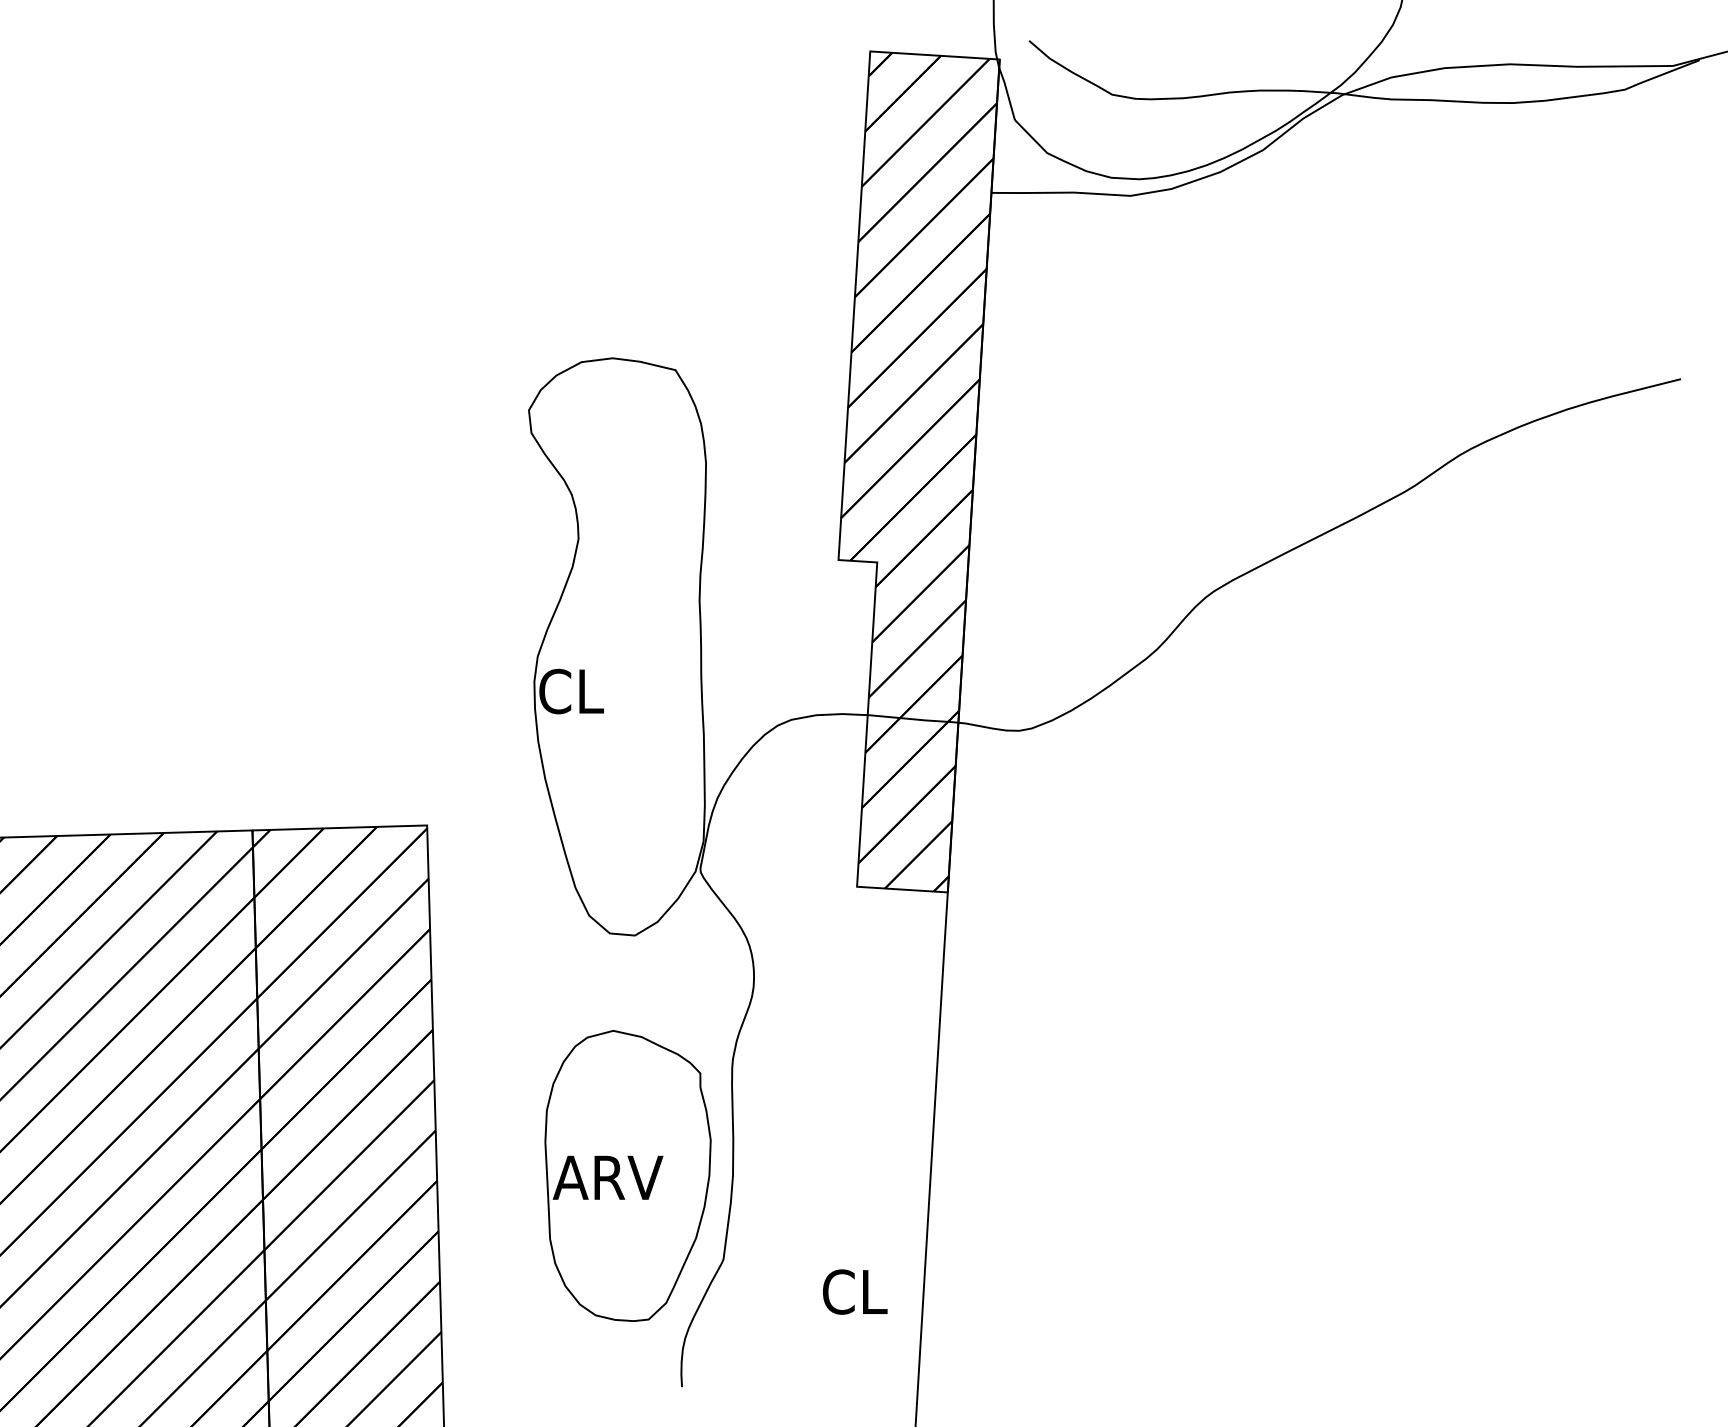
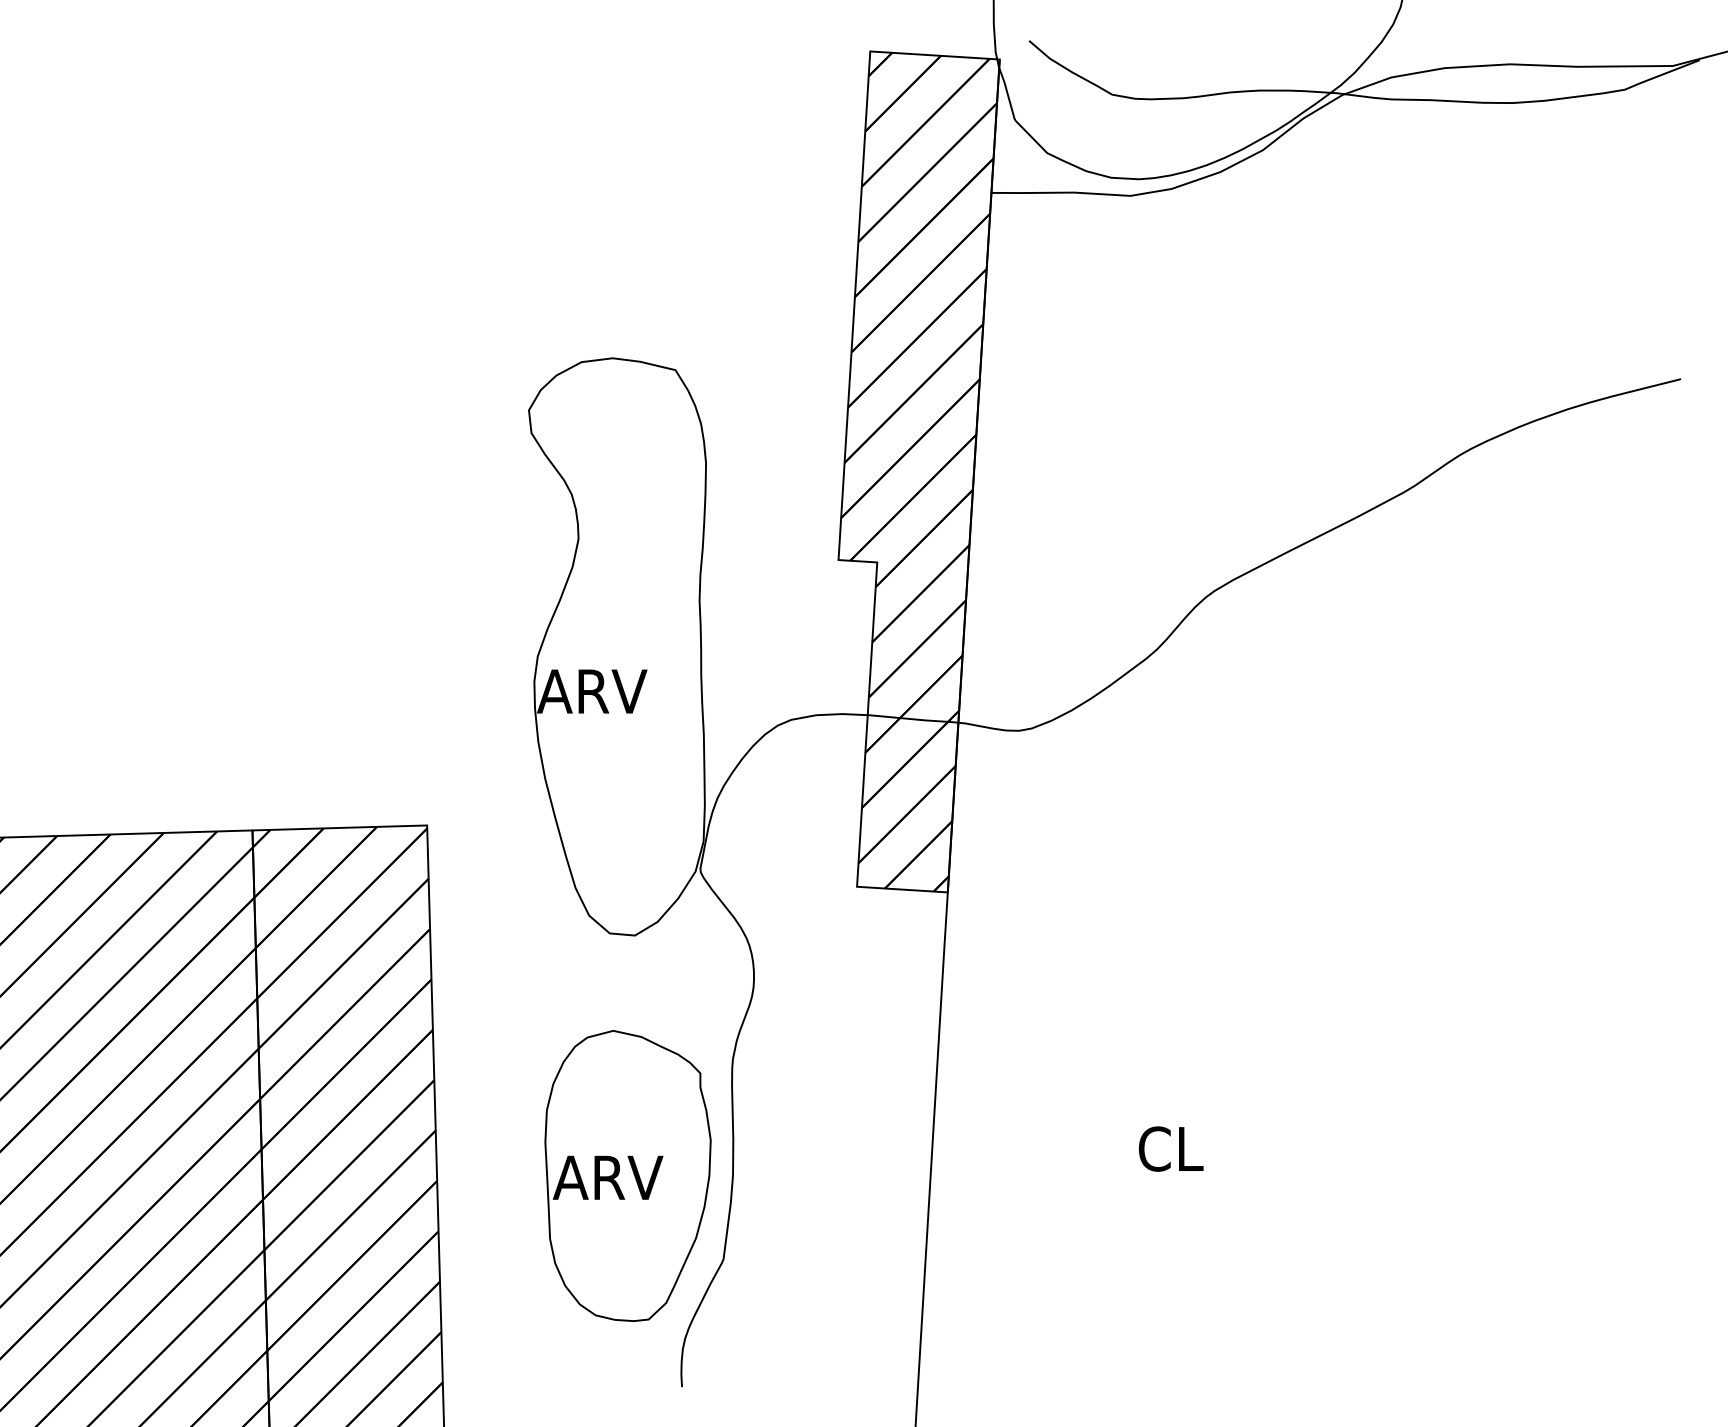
text at (592, 691): CL -> ARV
text at (855, 1291) position: (855, 1291) -> (1171, 1148)
